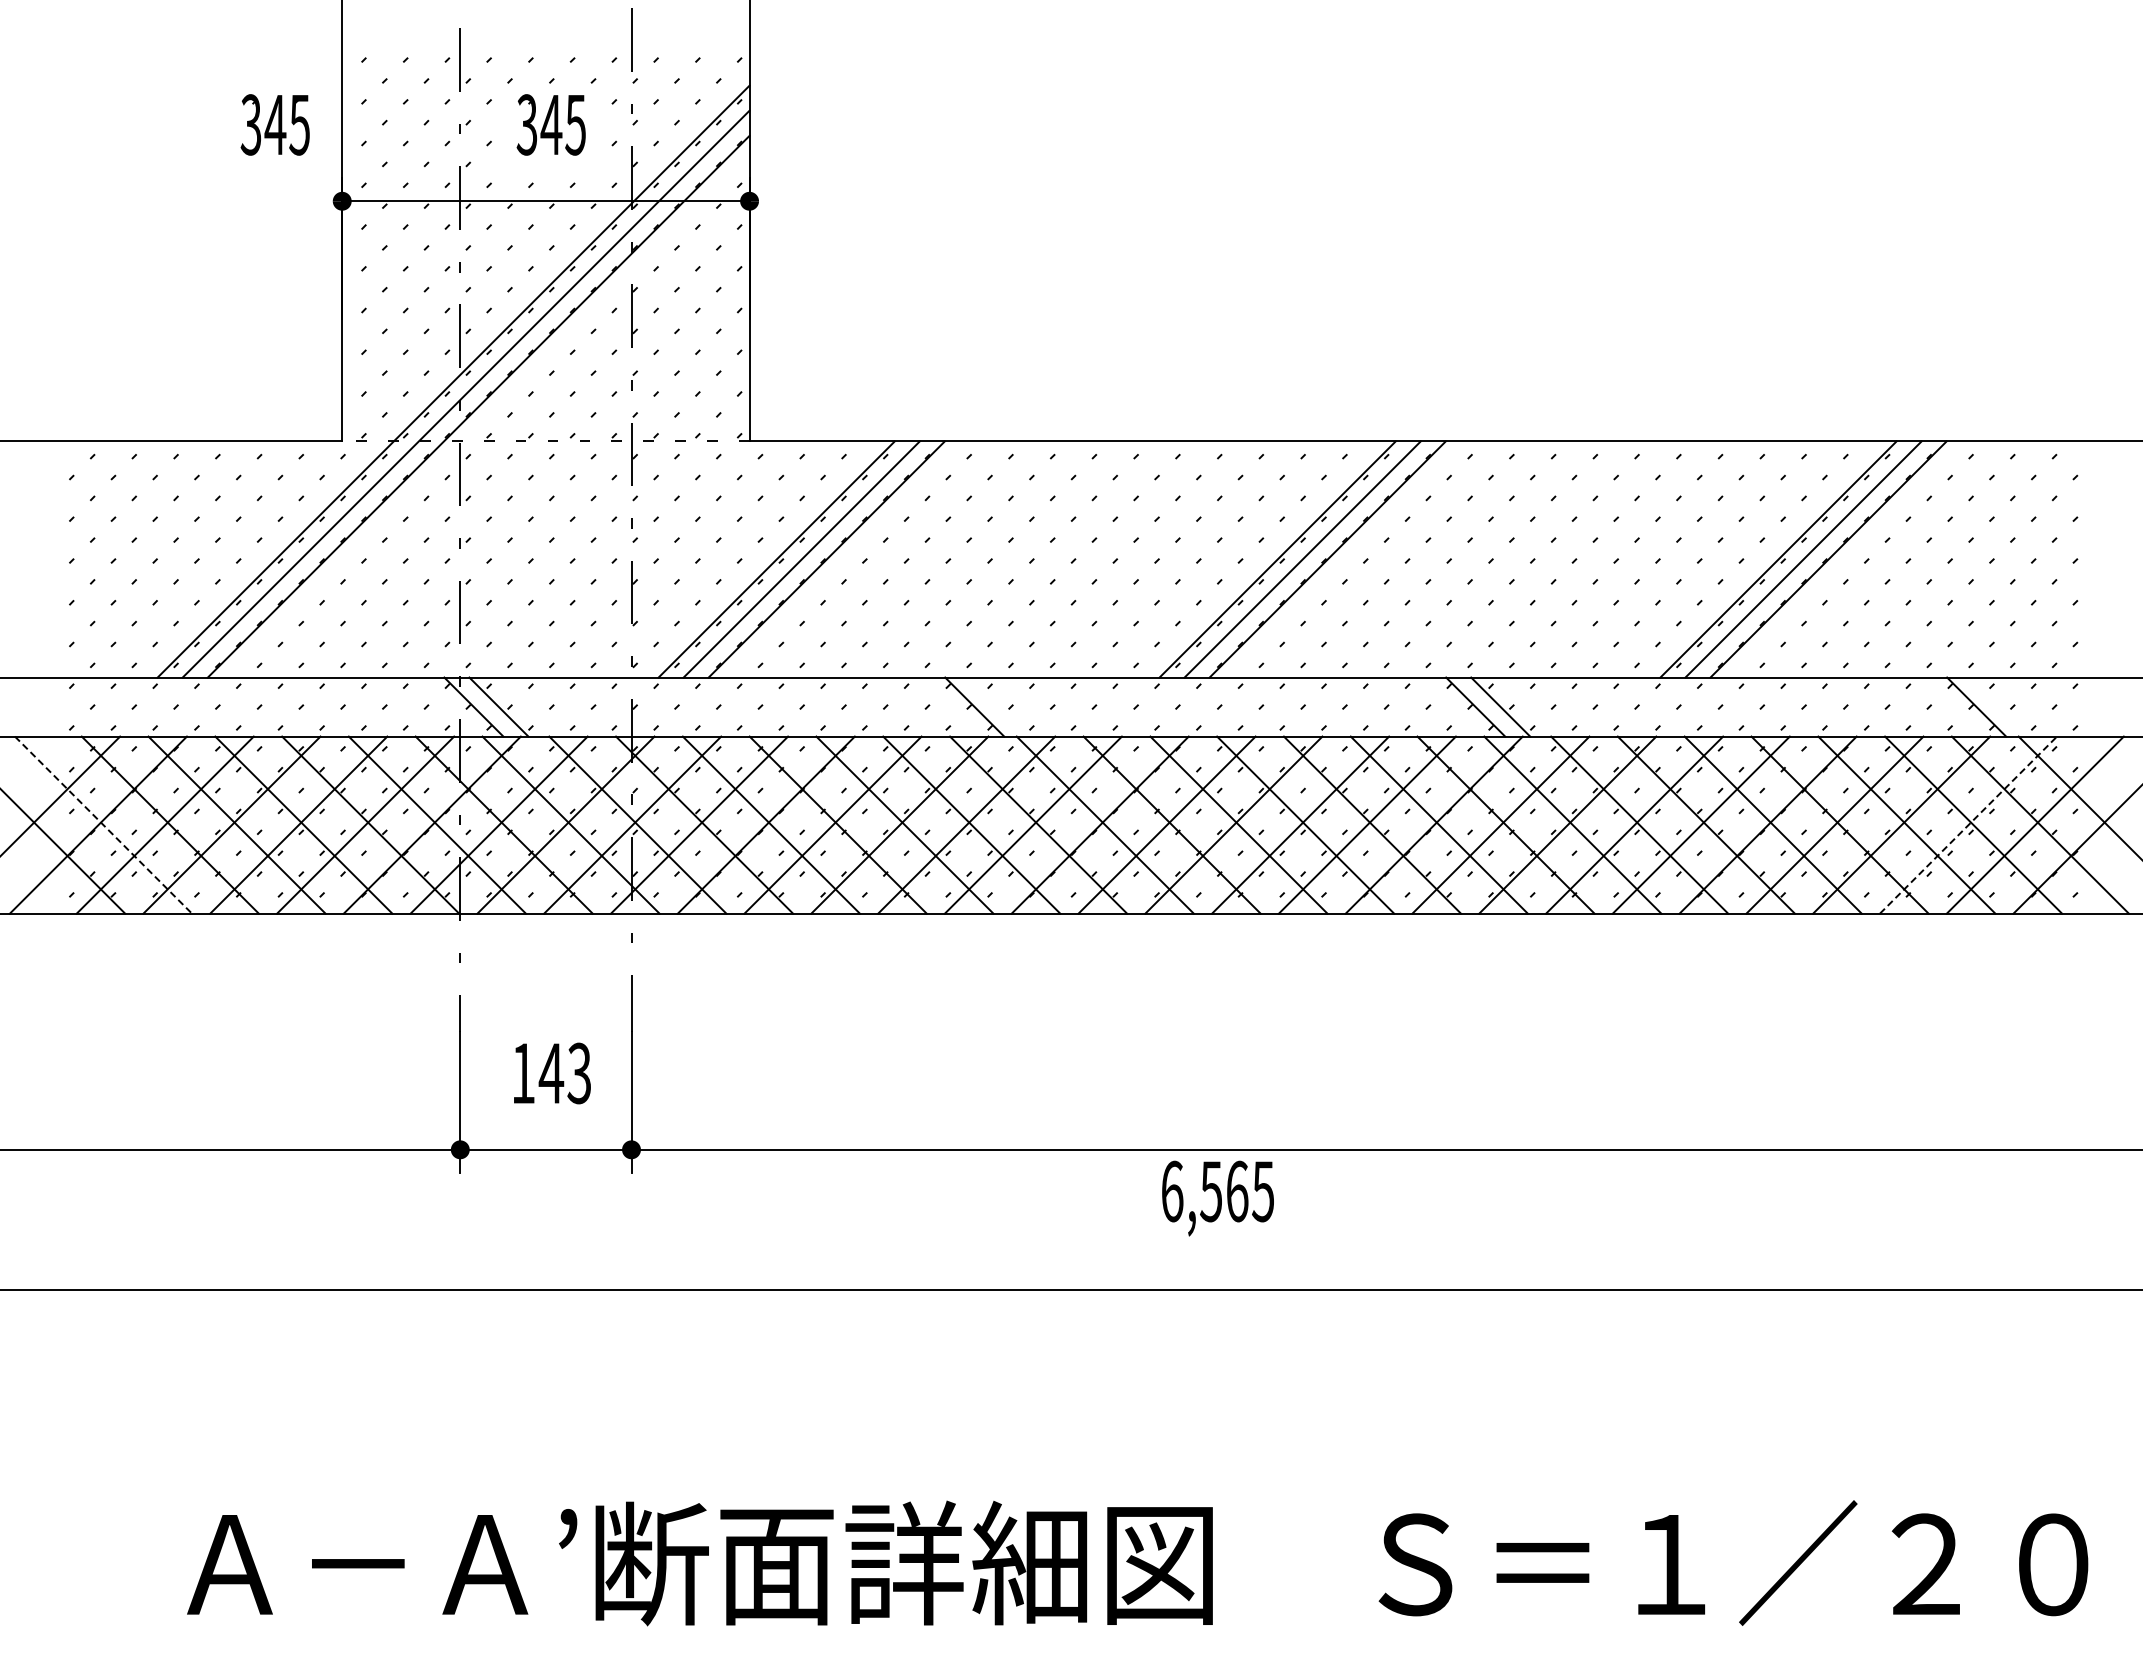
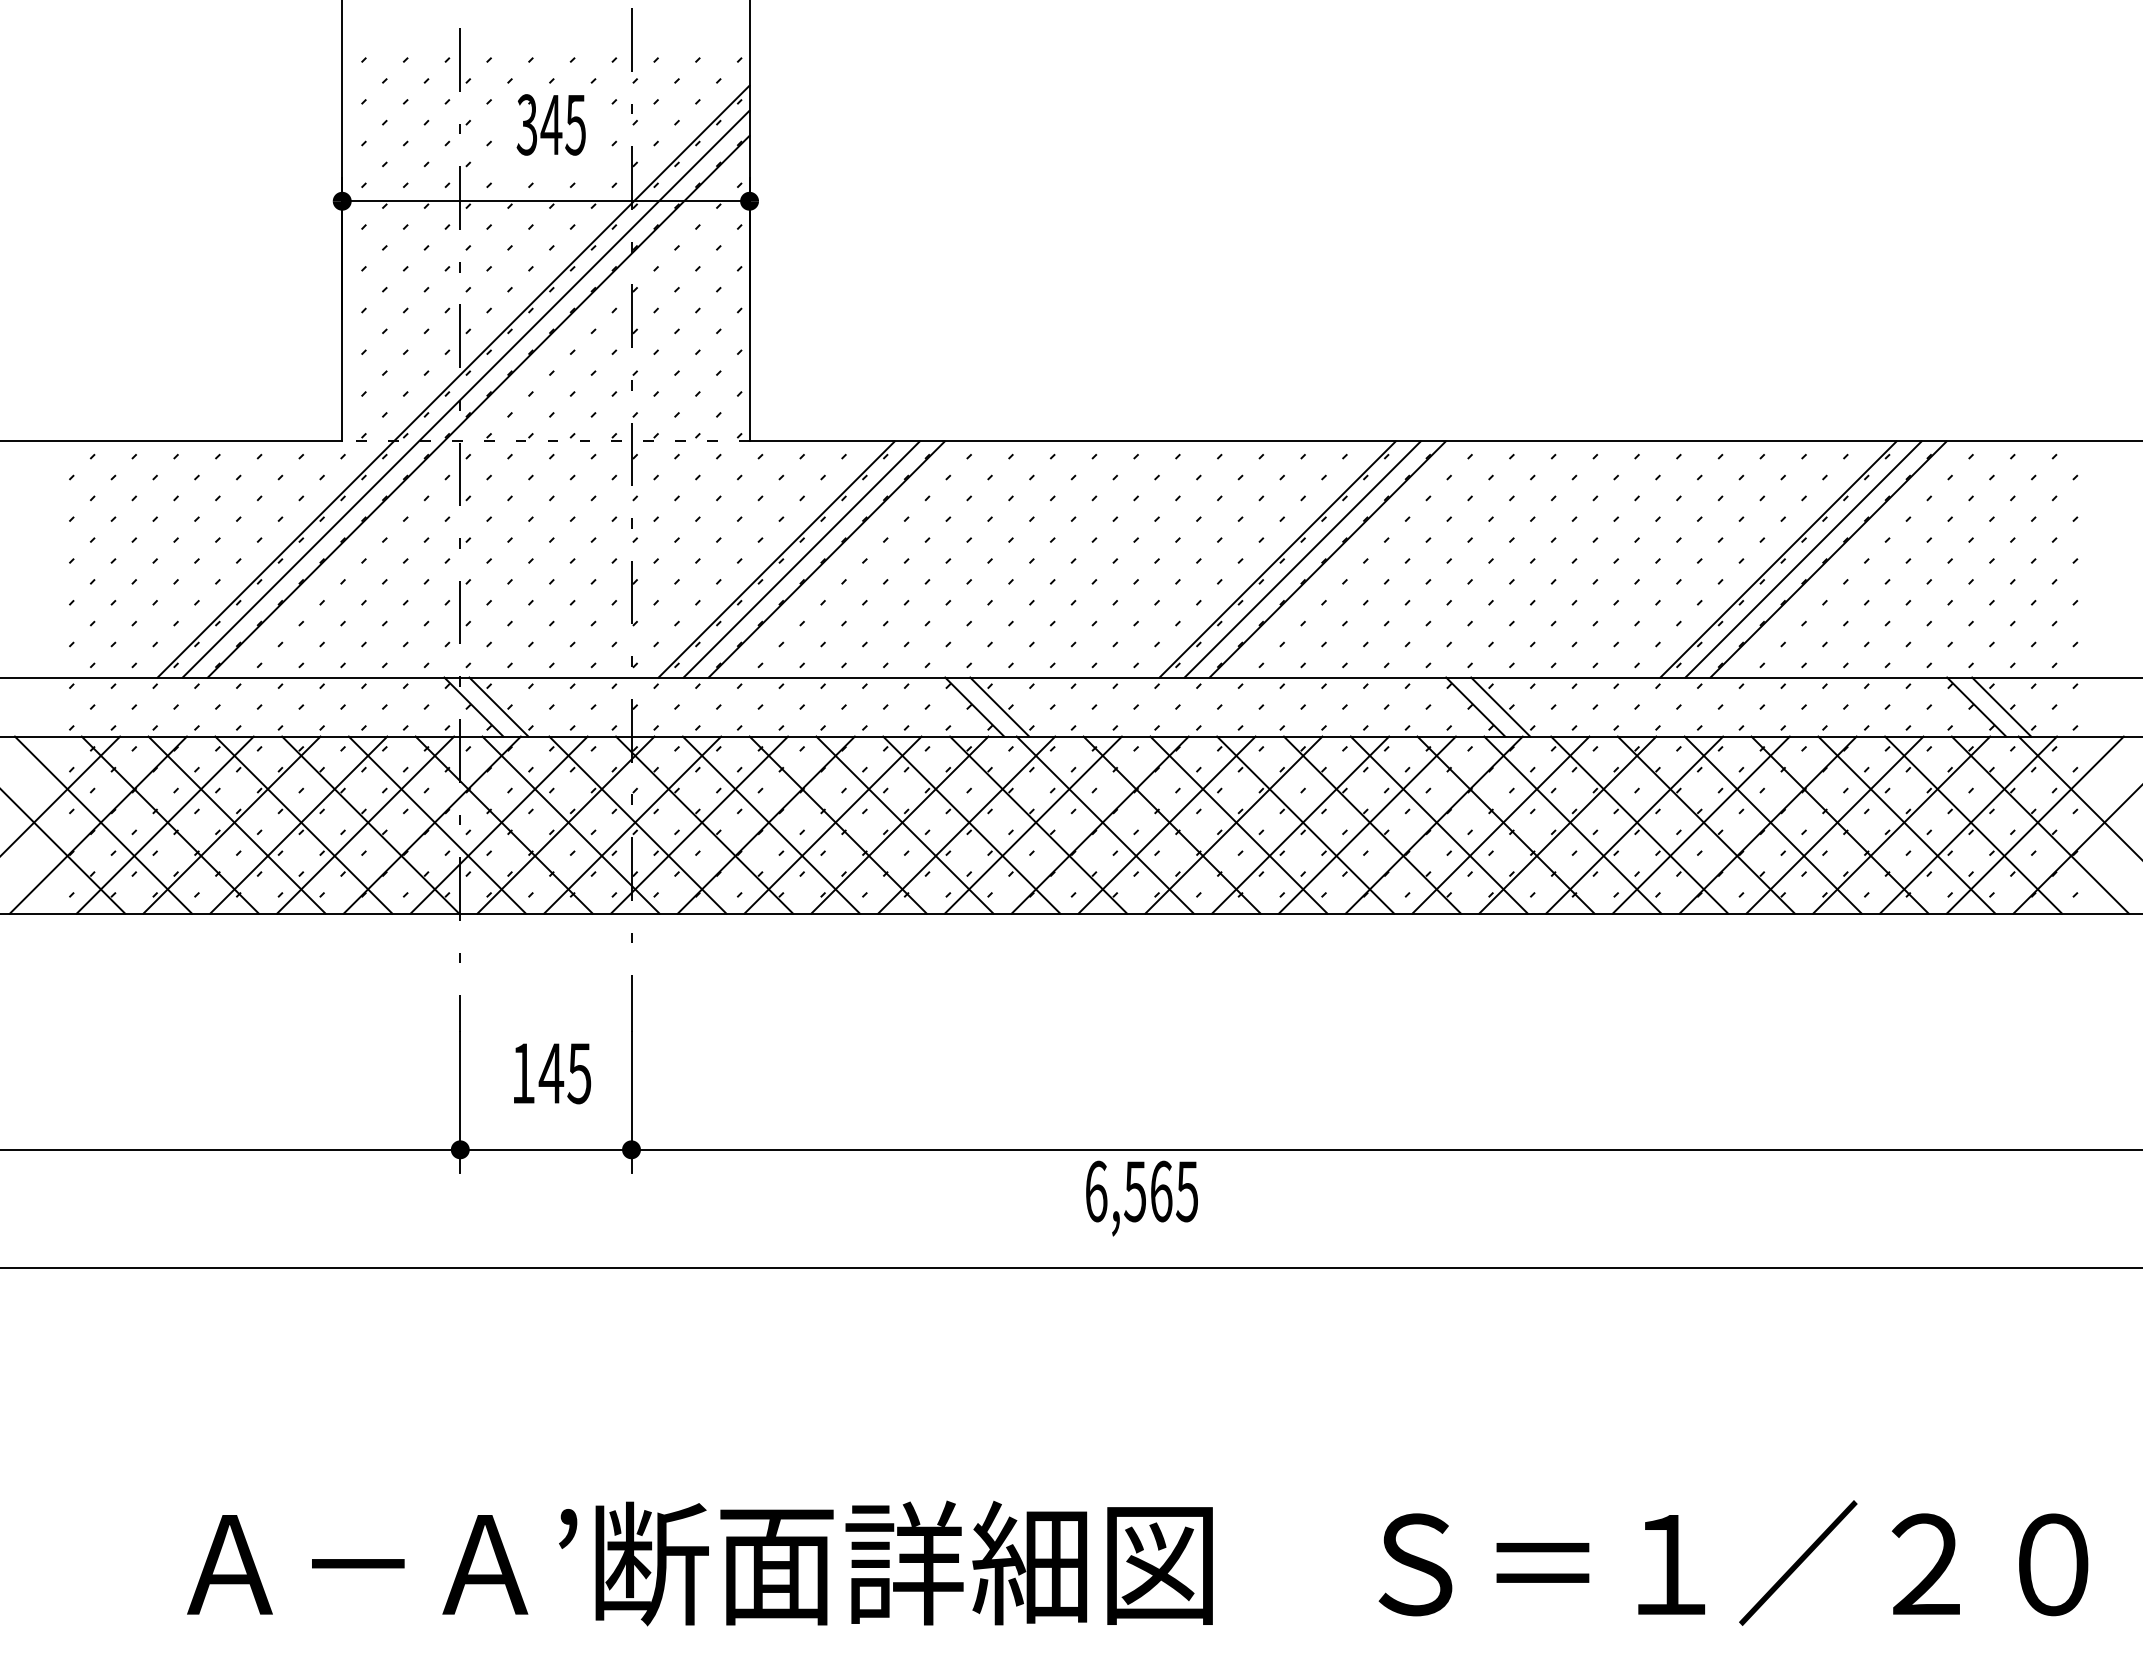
part at (274, 124): present -> none
line at (999, 706): none -> present
line at (2001, 706): none -> present
line at (1968, 824): dashed -> solid
line at (103, 825): dashed -> solid
text at (579, 1072): 143 -> 145
text at (1217, 1198) position: (1217, 1198) -> (1141, 1198)
line at (1070, 1289) position: (1070, 1289) -> (1070, 1267)
